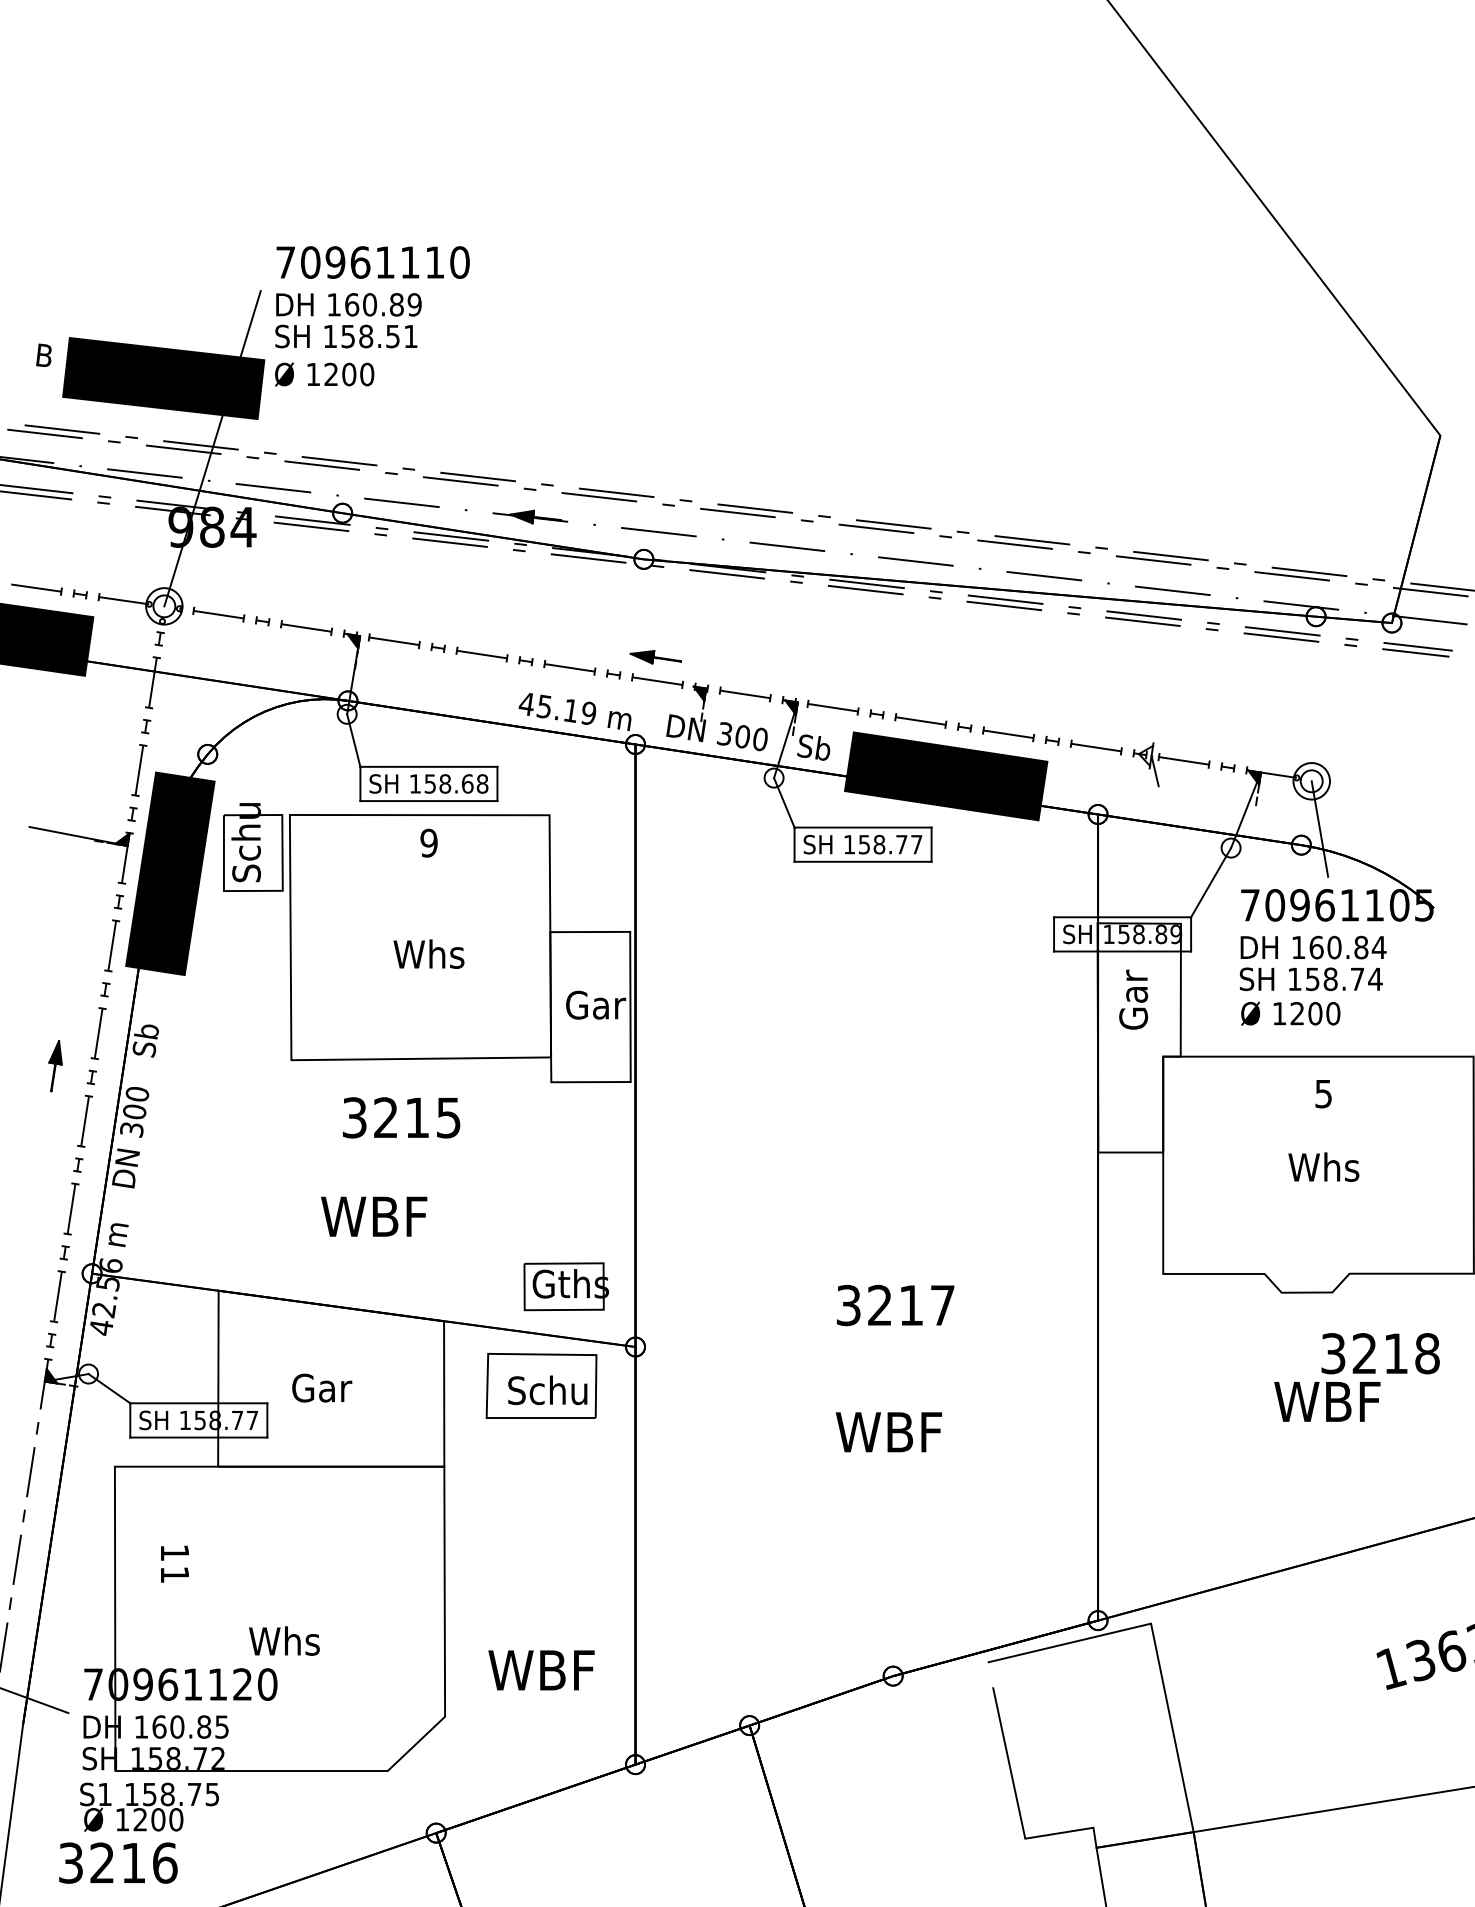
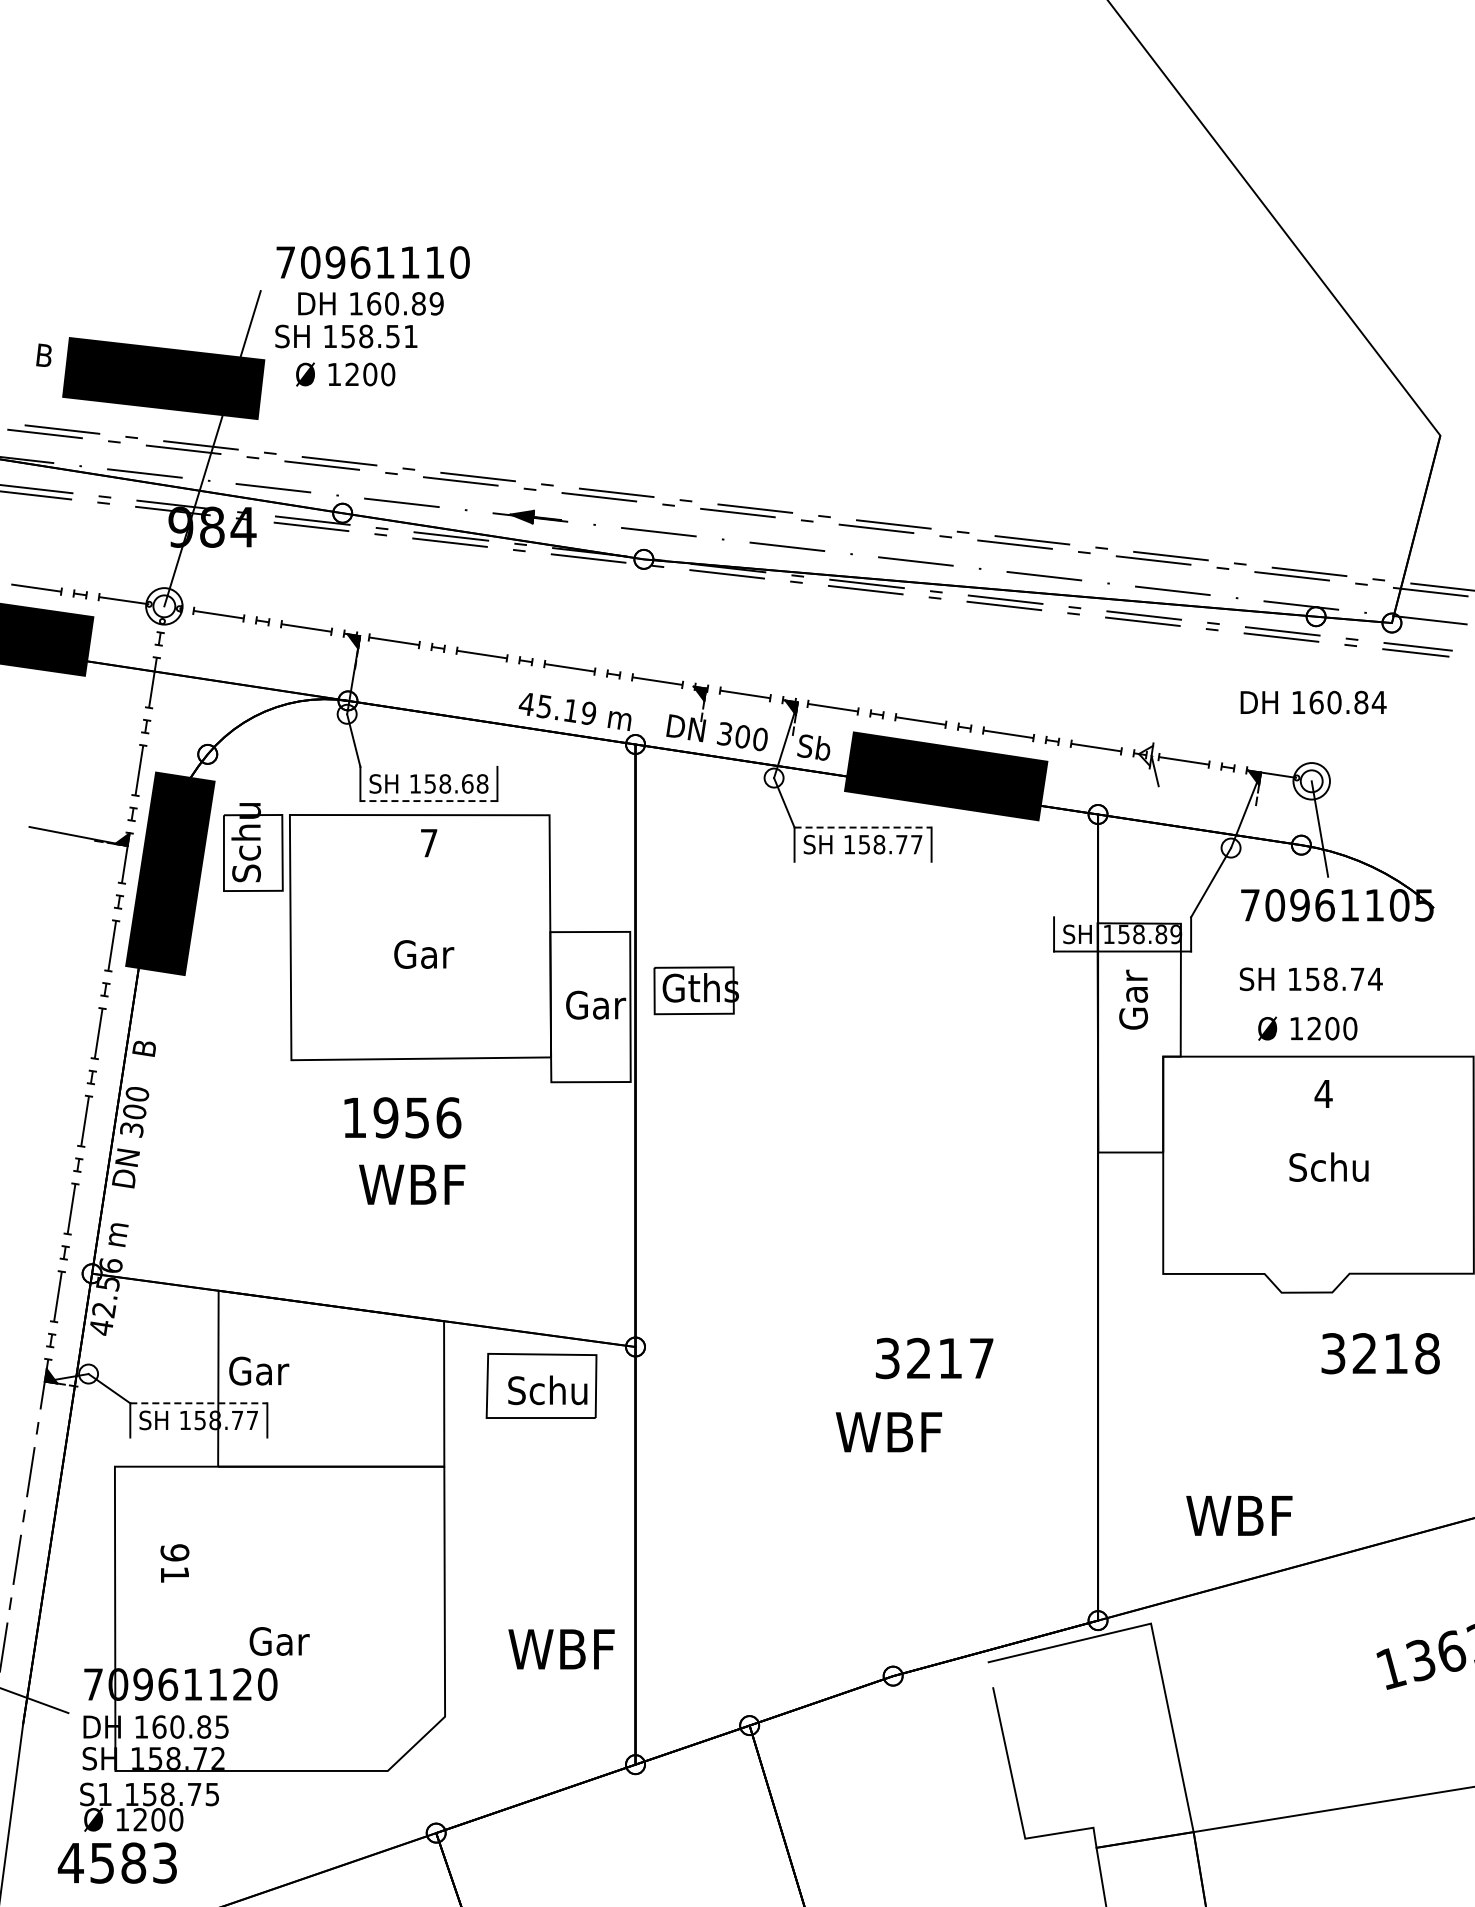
text at (348, 304) position: (348, 304) -> (370, 303)
text at (324, 374) position: (324, 374) -> (345, 374)
part at (655, 657): present -> none
line at (428, 766): present -> none
line at (428, 801): solid -> dashed
line at (863, 827): solid -> dashed
text at (428, 842): 9 -> 7
line at (862, 861): present -> none
line at (1122, 917): present -> none
text at (1313, 947) position: (1313, 947) -> (1313, 702)
text at (428, 953): Whs -> Gar
text at (1290, 1013) position: (1290, 1013) -> (1307, 1028)
text at (145, 1040): Sb -> B
part at (55, 1066): present -> none
text at (1323, 1094): 5 -> 4
text at (401, 1117): 3215 -> 1956
text at (1328, 1166): Whs -> Schu
text at (374, 1216) position: (374, 1216) -> (412, 1184)
part at (565, 1286) position: (565, 1286) -> (695, 990)
text at (895, 1305) position: (895, 1305) -> (934, 1358)
text at (322, 1387) position: (322, 1387) -> (259, 1370)
text at (1327, 1401) position: (1327, 1401) -> (1239, 1515)
line at (198, 1403): solid -> dashed
line at (198, 1437): present -> none
text at (174, 1552): 11 -> 91
text at (284, 1640): Whs -> Gar
text at (541, 1670) position: (541, 1670) -> (561, 1649)
text at (117, 1862): 3216 -> 4583
